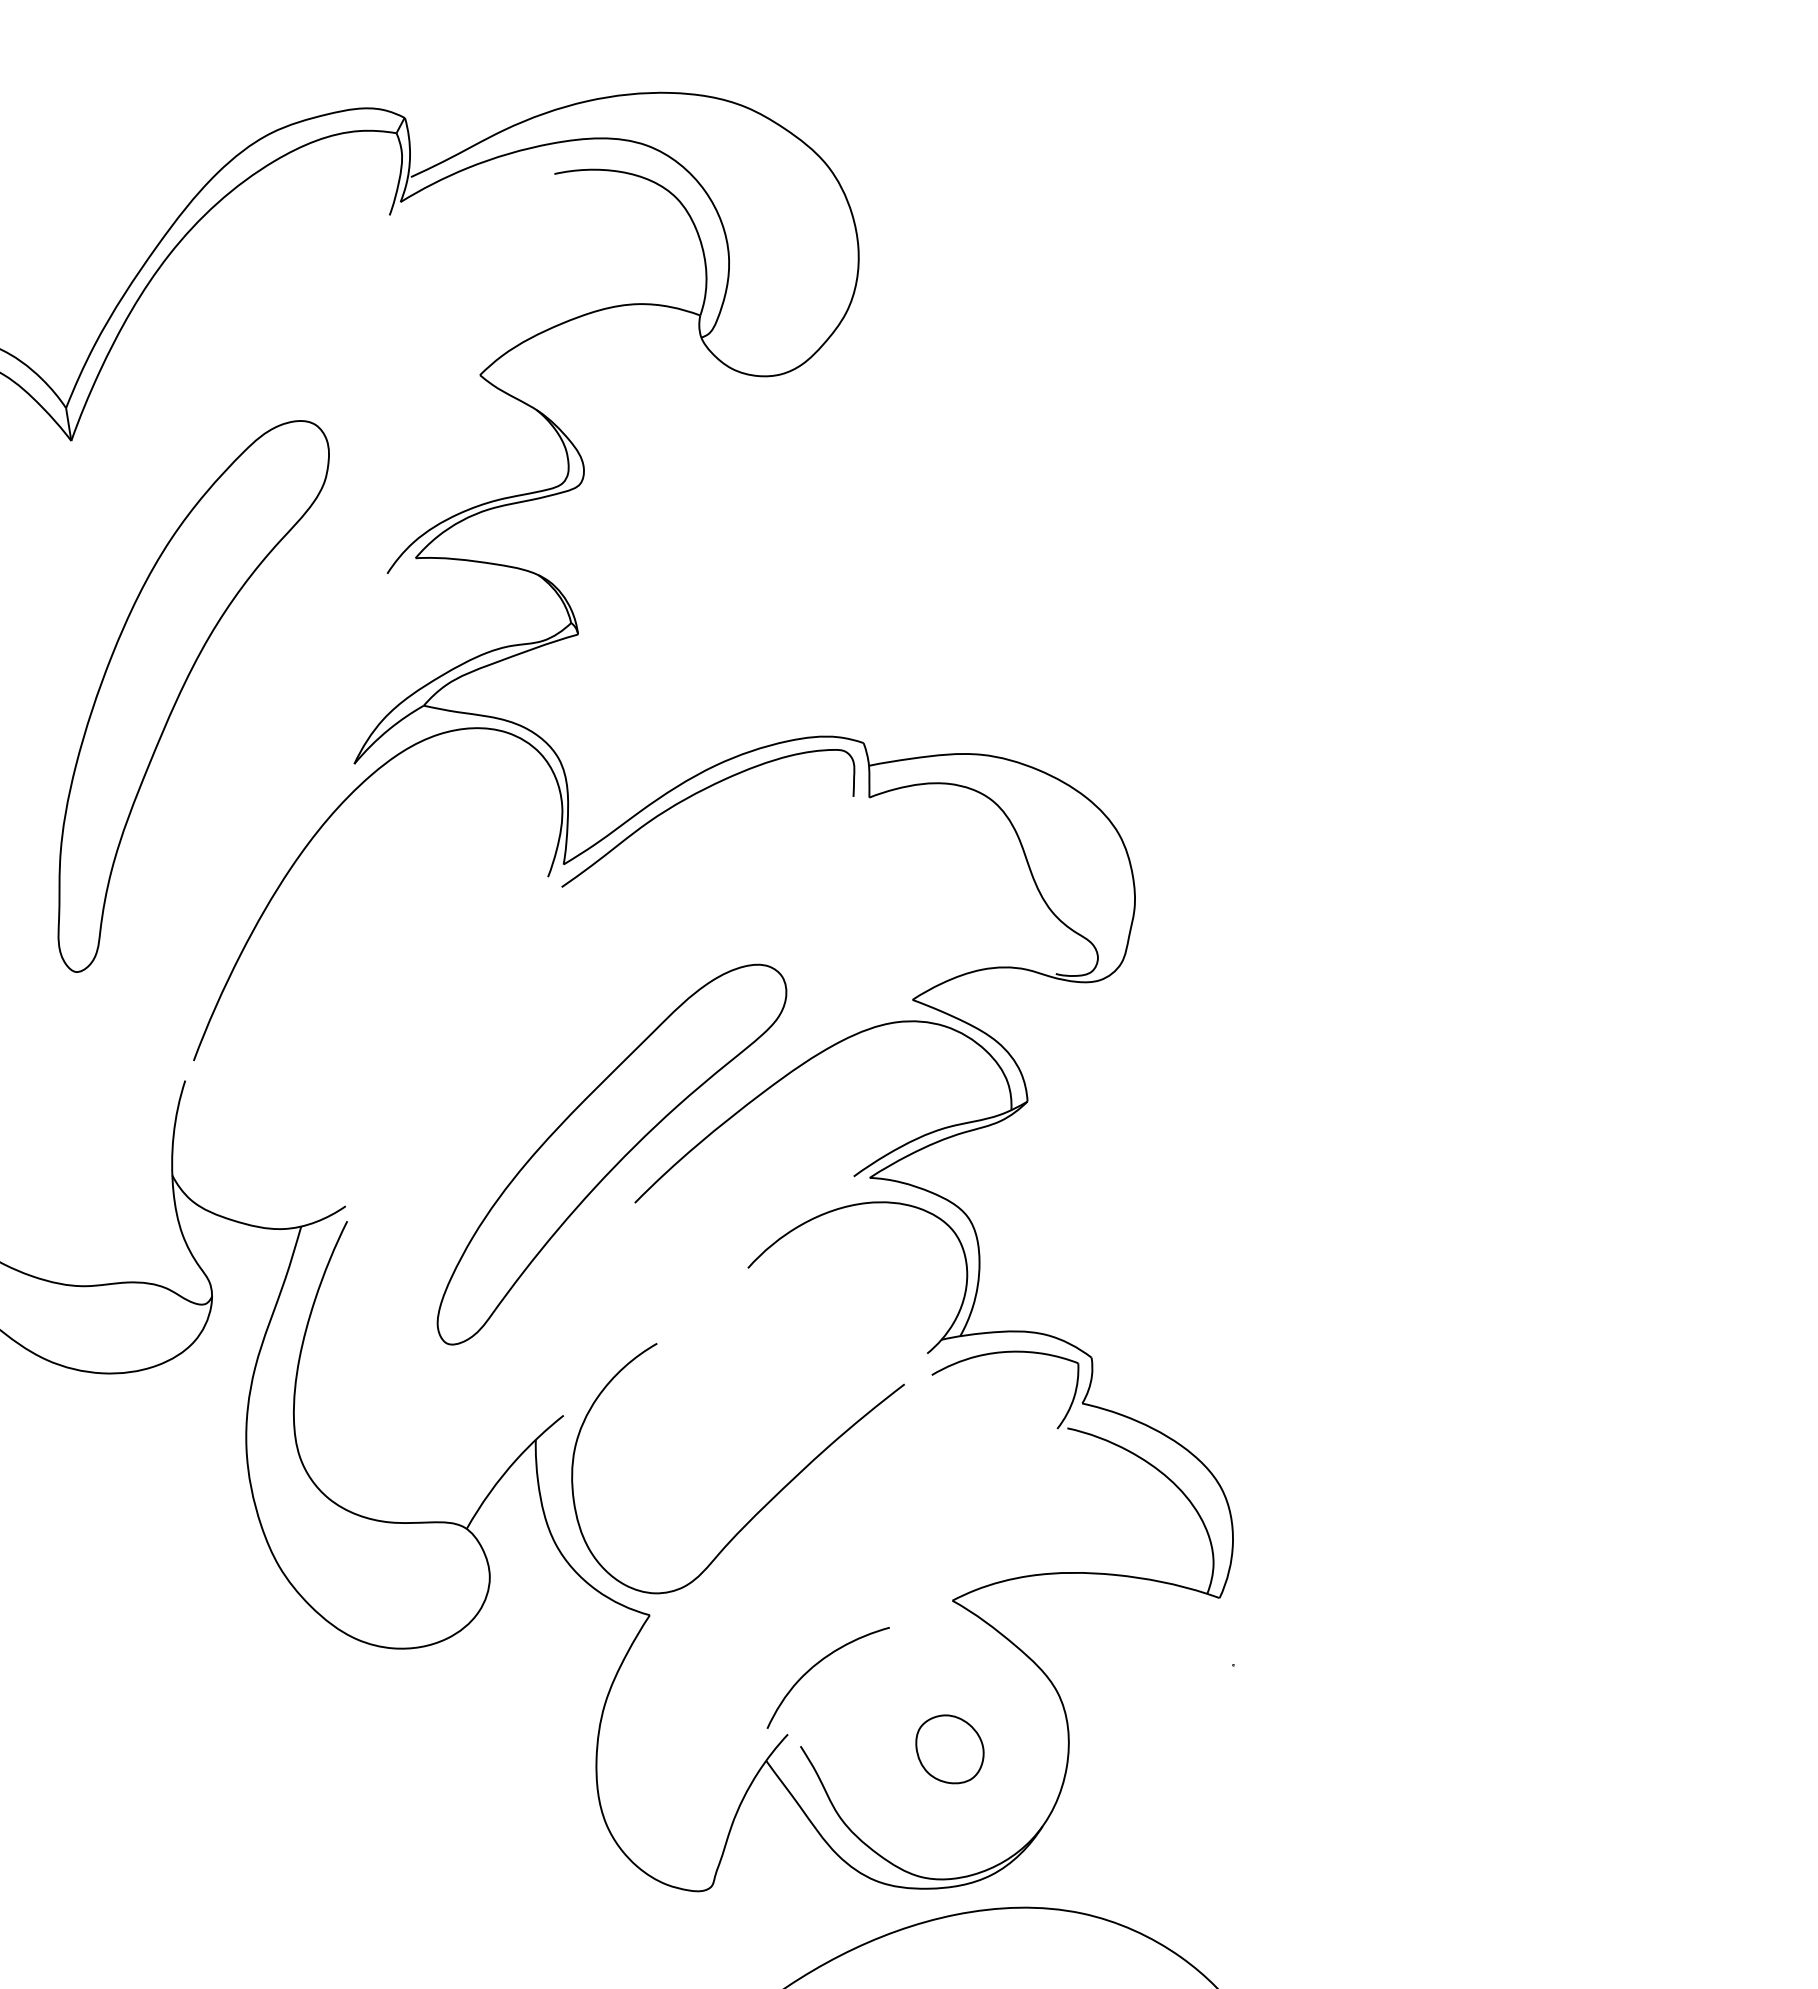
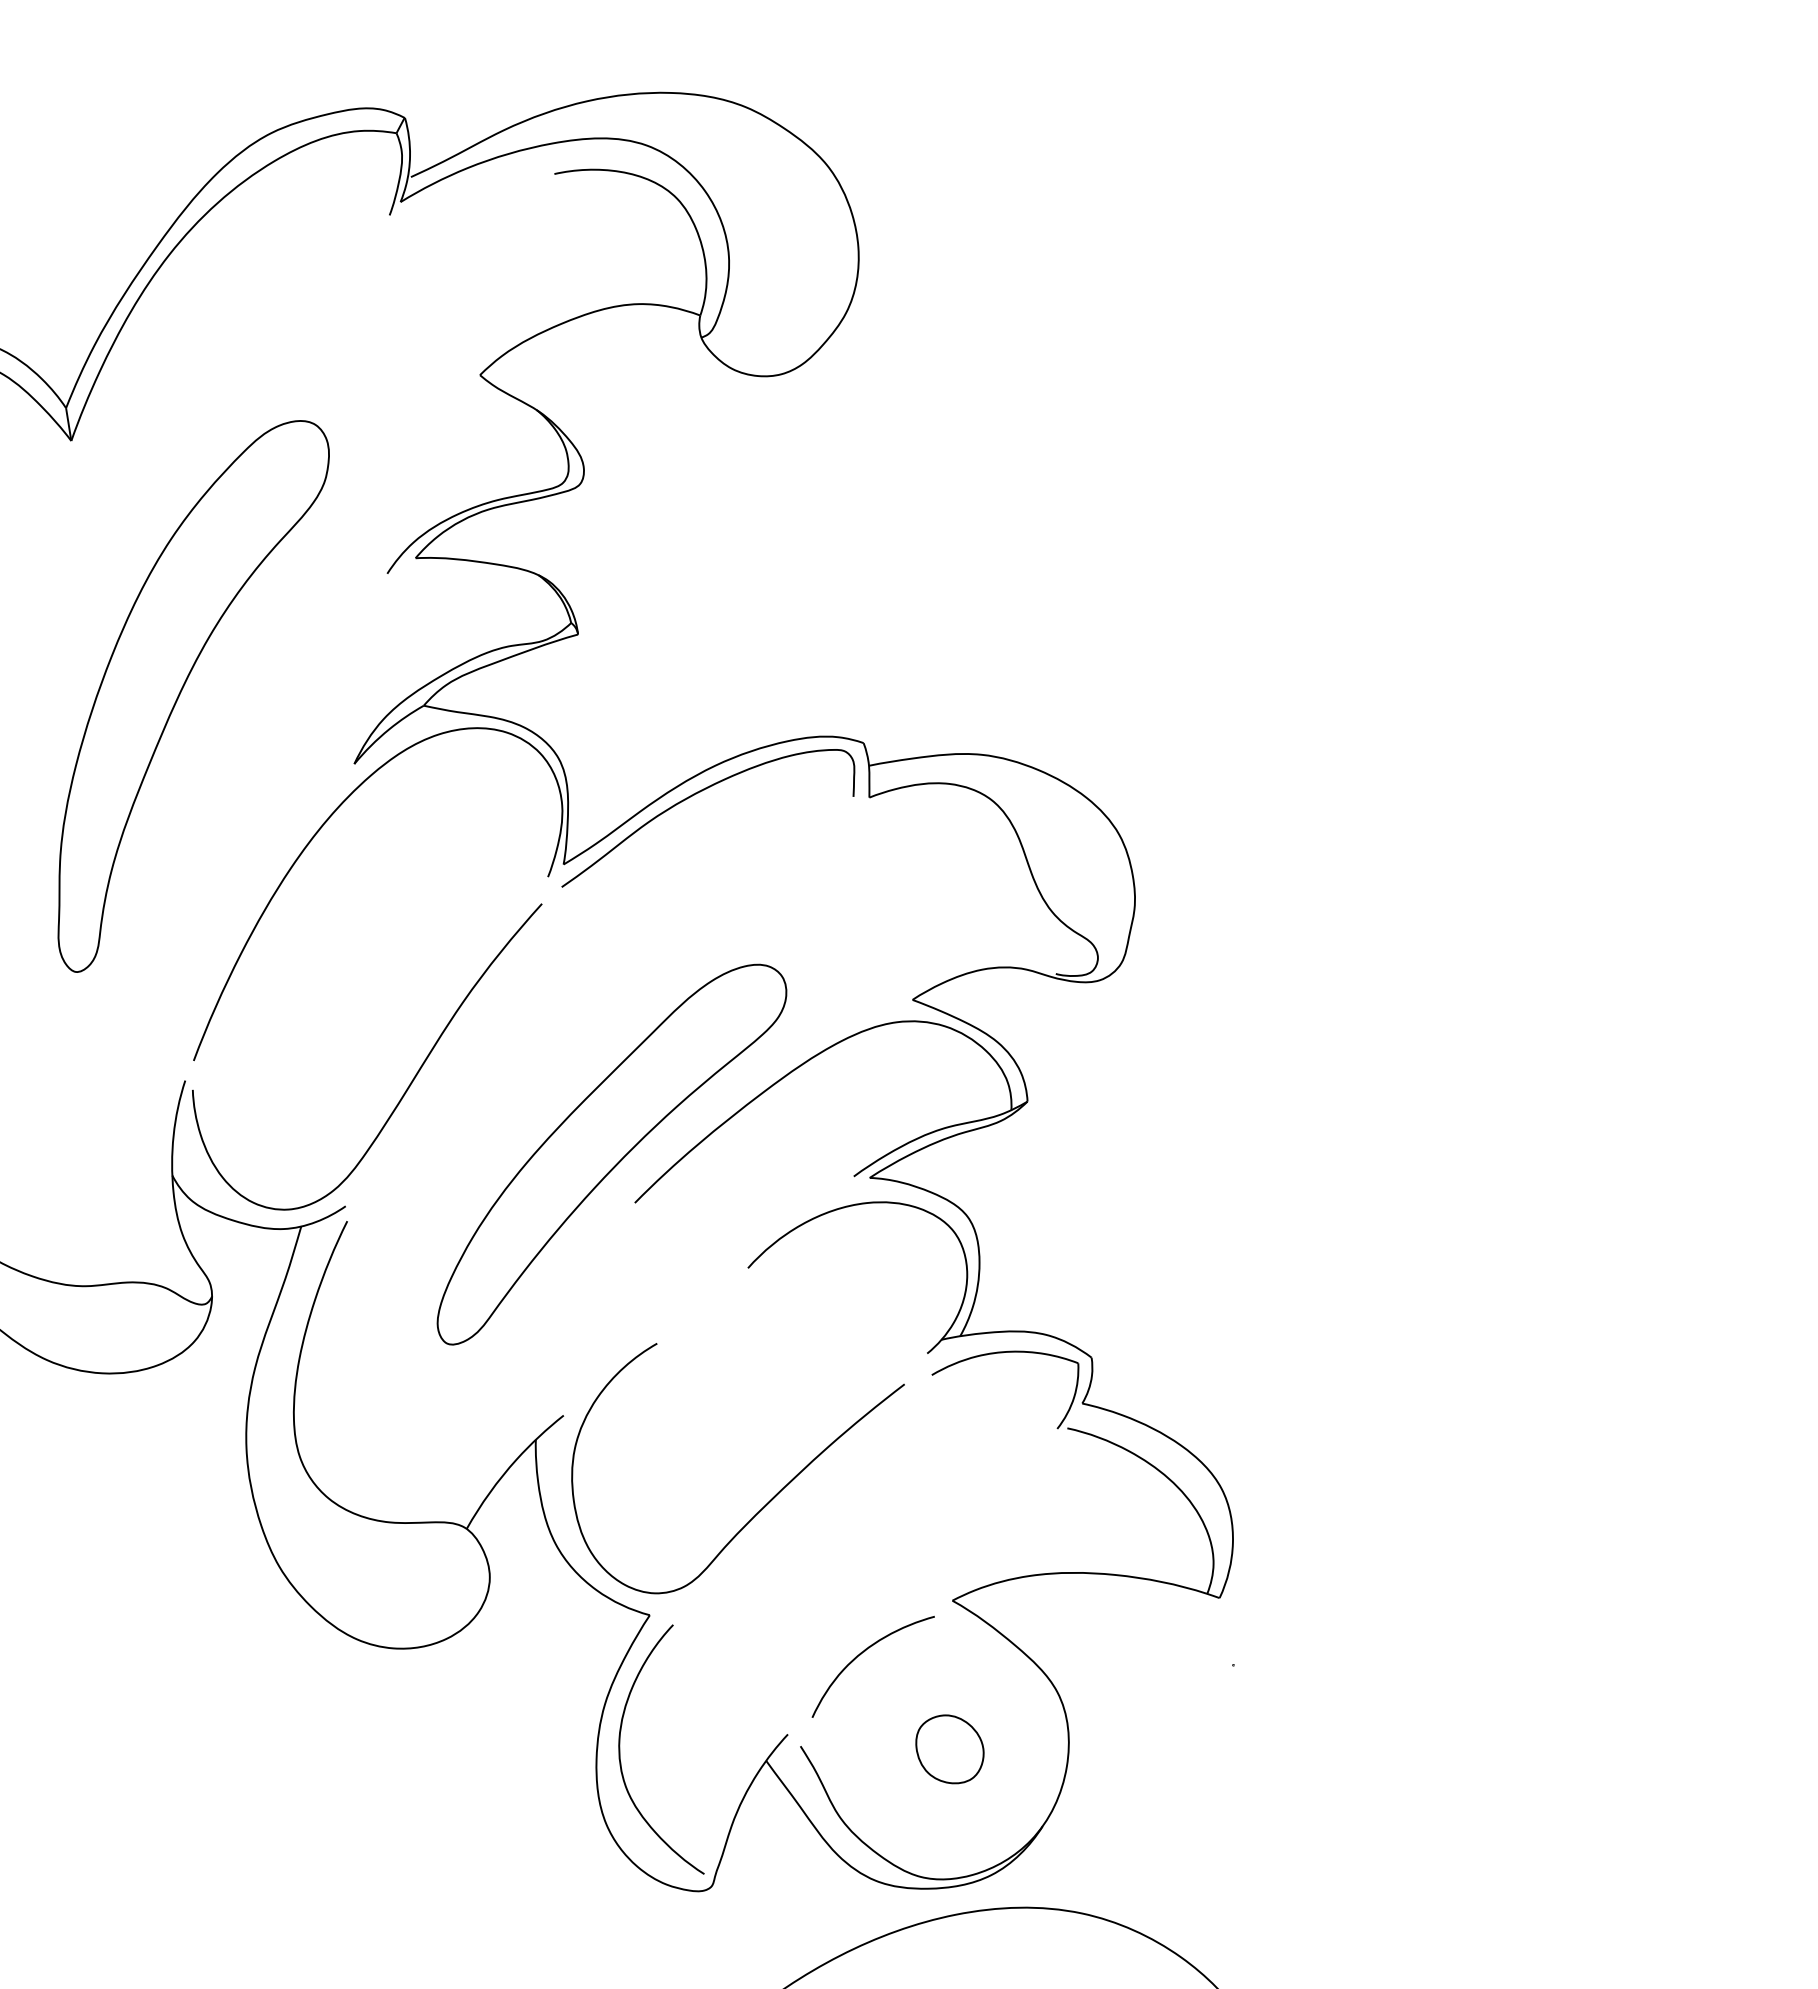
curve at (411, 1080): none -> present
curve at (819, 1663) position: (819, 1663) -> (864, 1652)
curve at (620, 1749): none -> present
